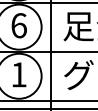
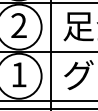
text at (18, 25): 6 -> 2
